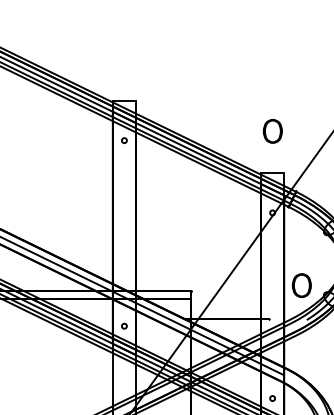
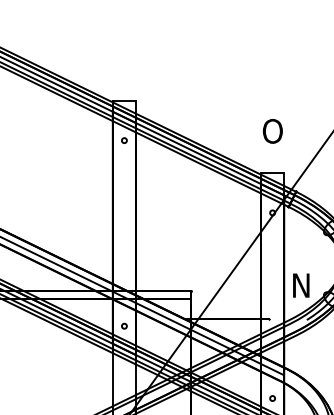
text at (301, 285): O -> N
